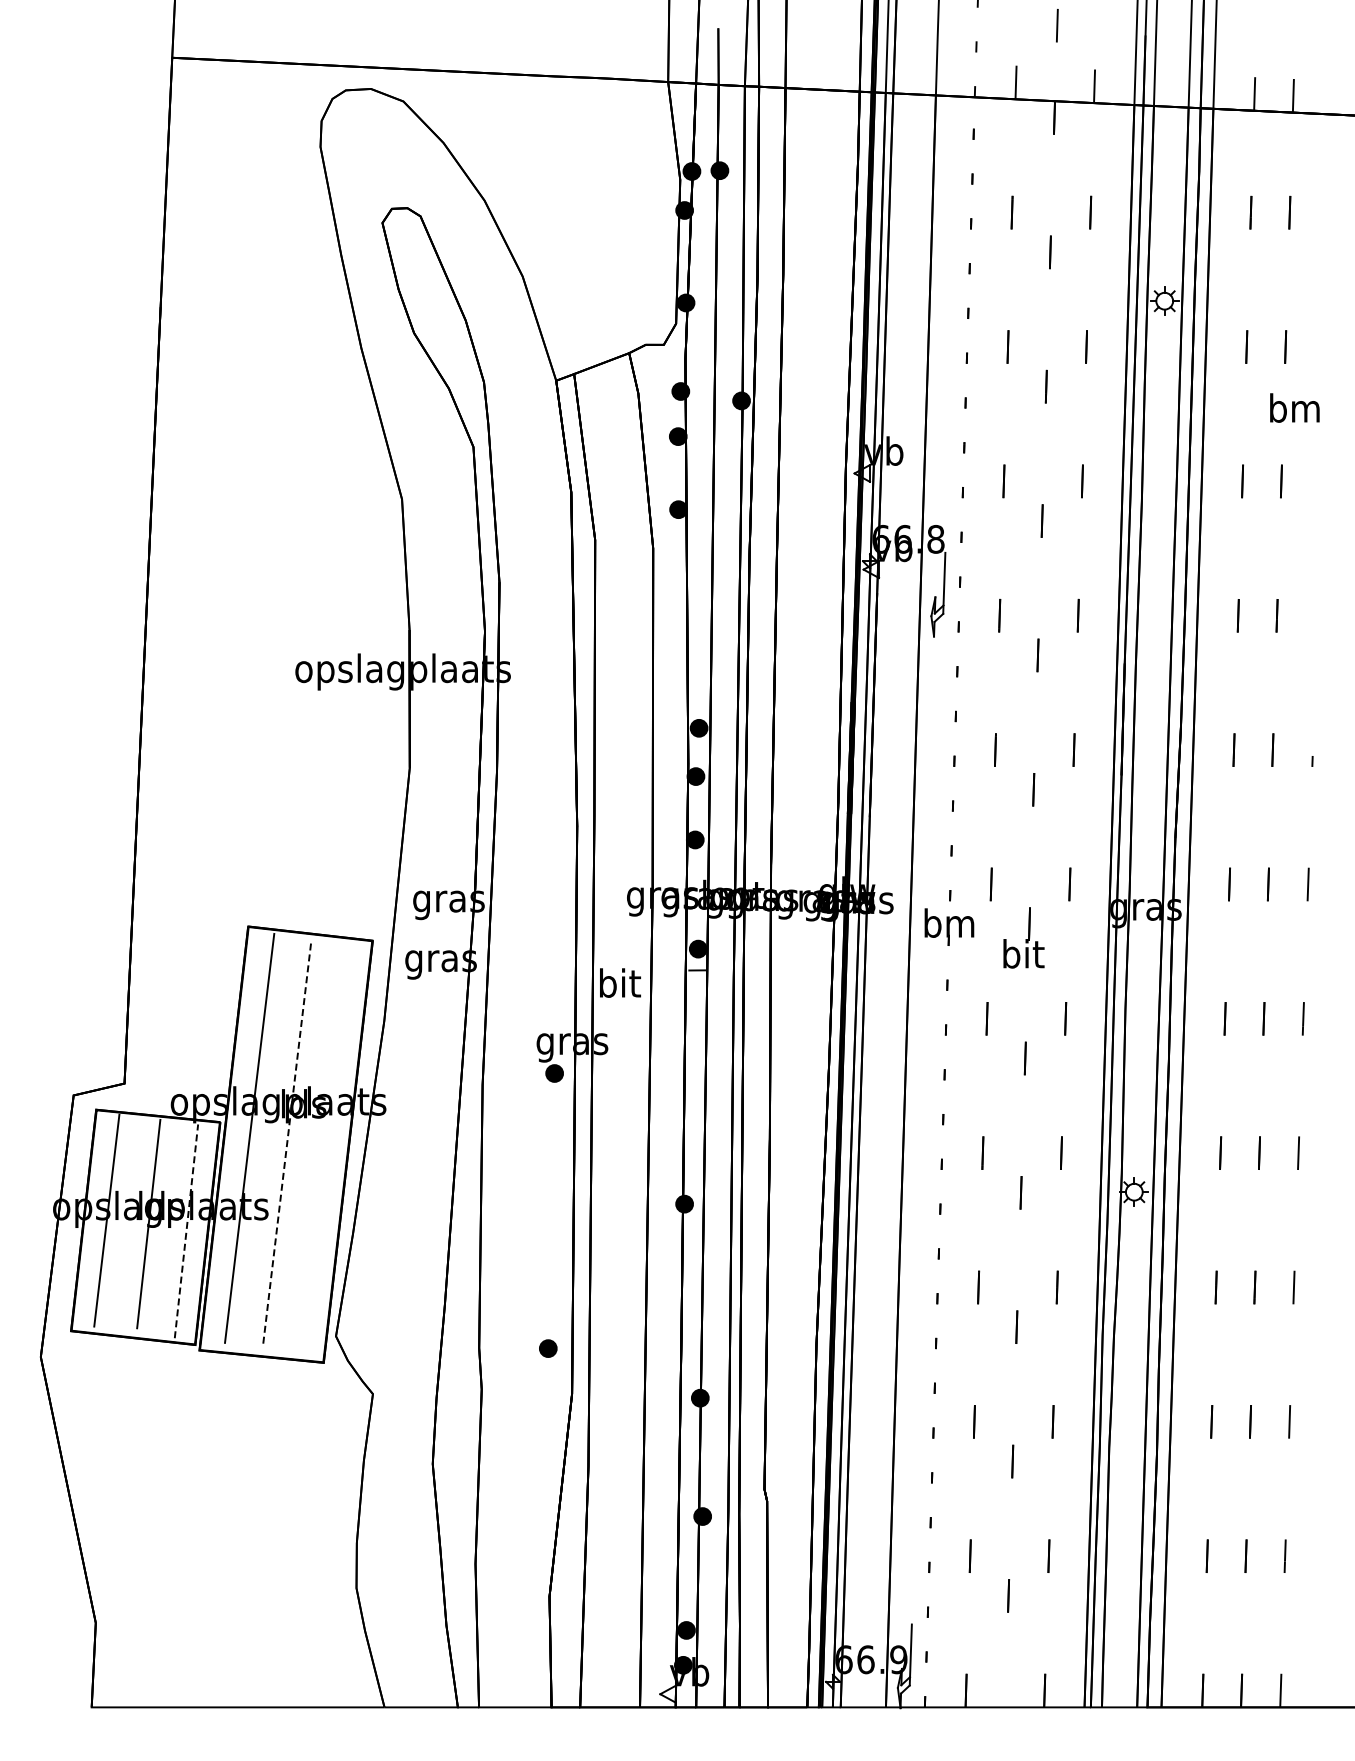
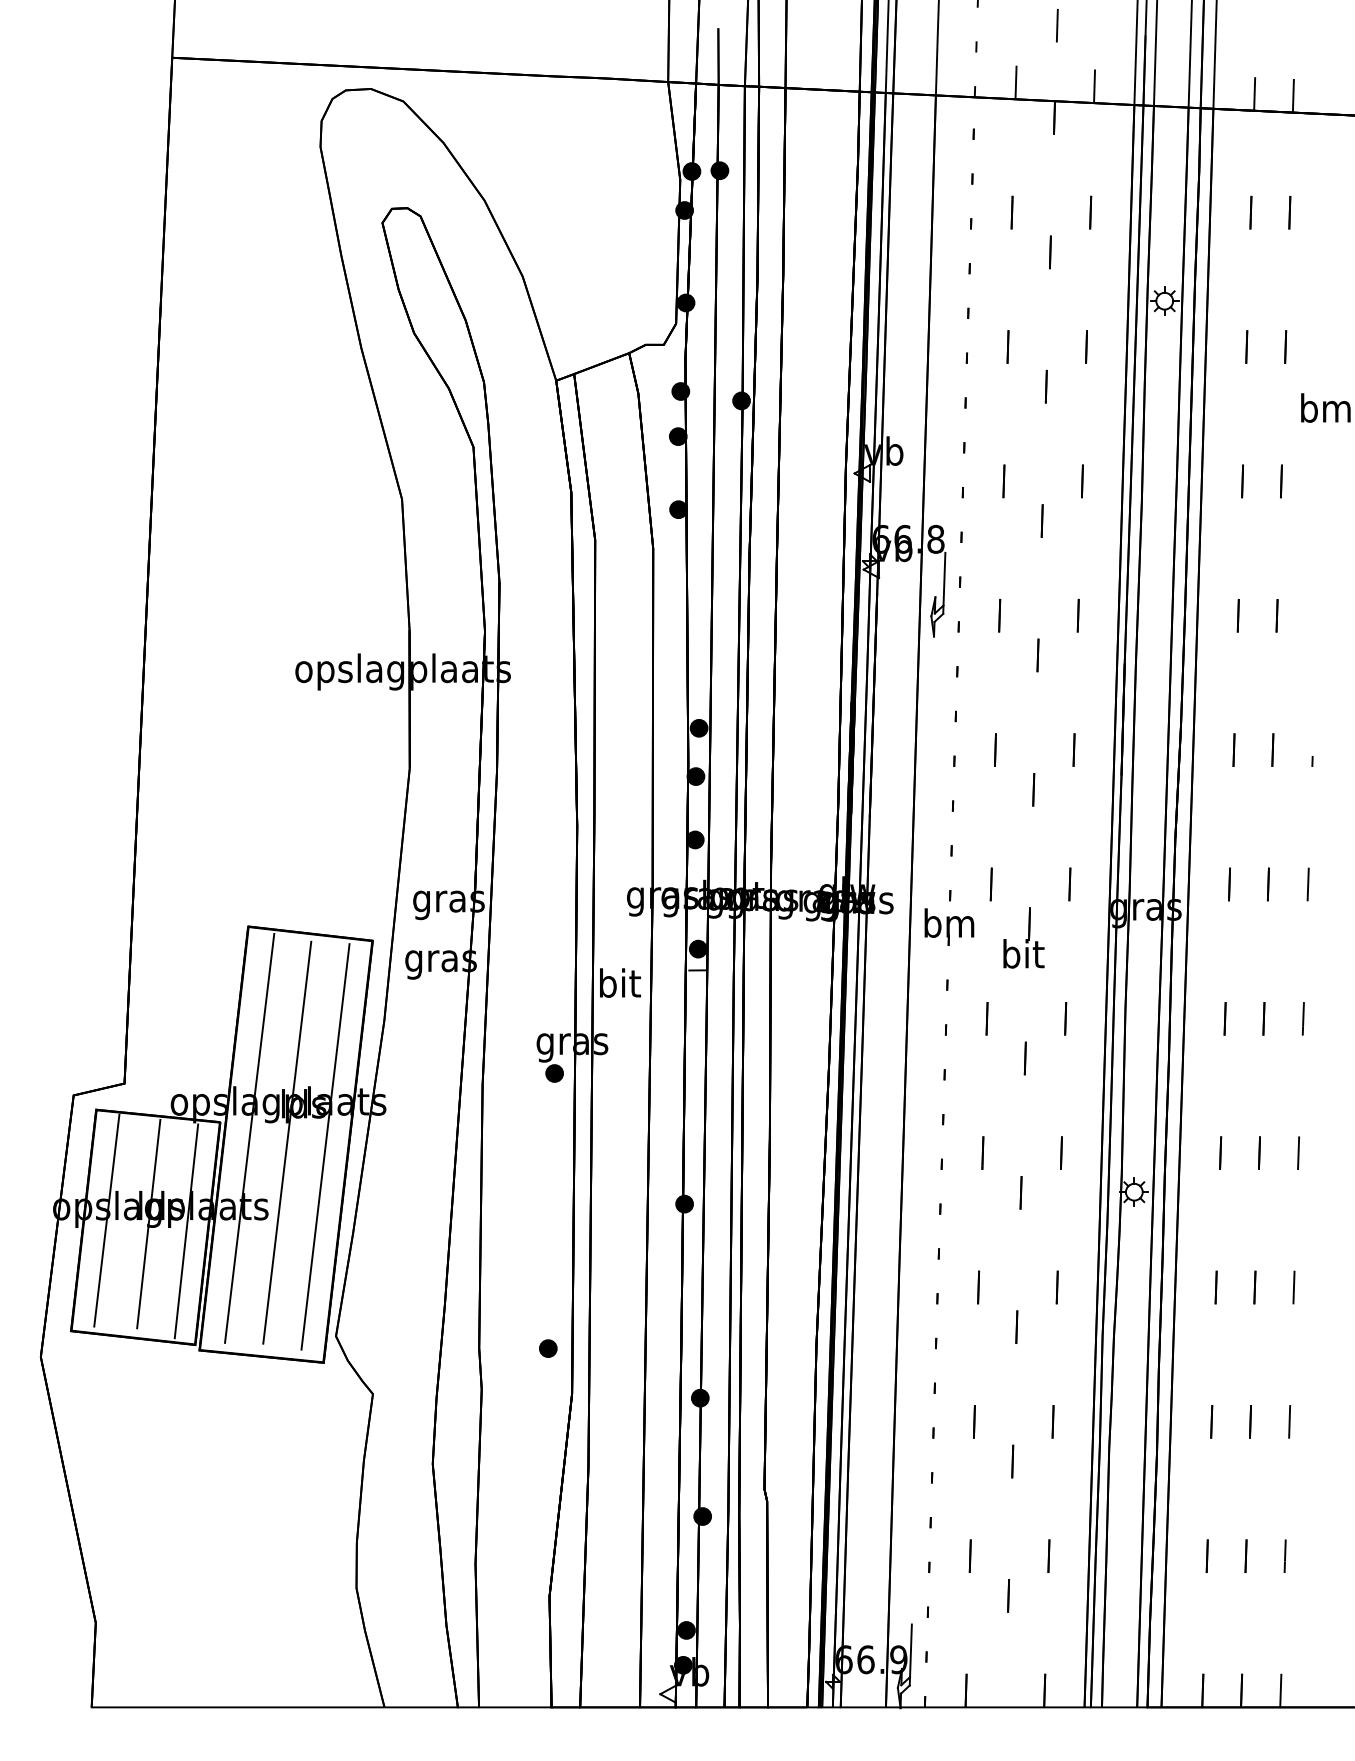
text at (1294, 407) position: (1294, 407) -> (1325, 407)
line at (287, 1142): dashed -> solid
line at (325, 1146): none -> present
line at (186, 1231): dashed -> solid
